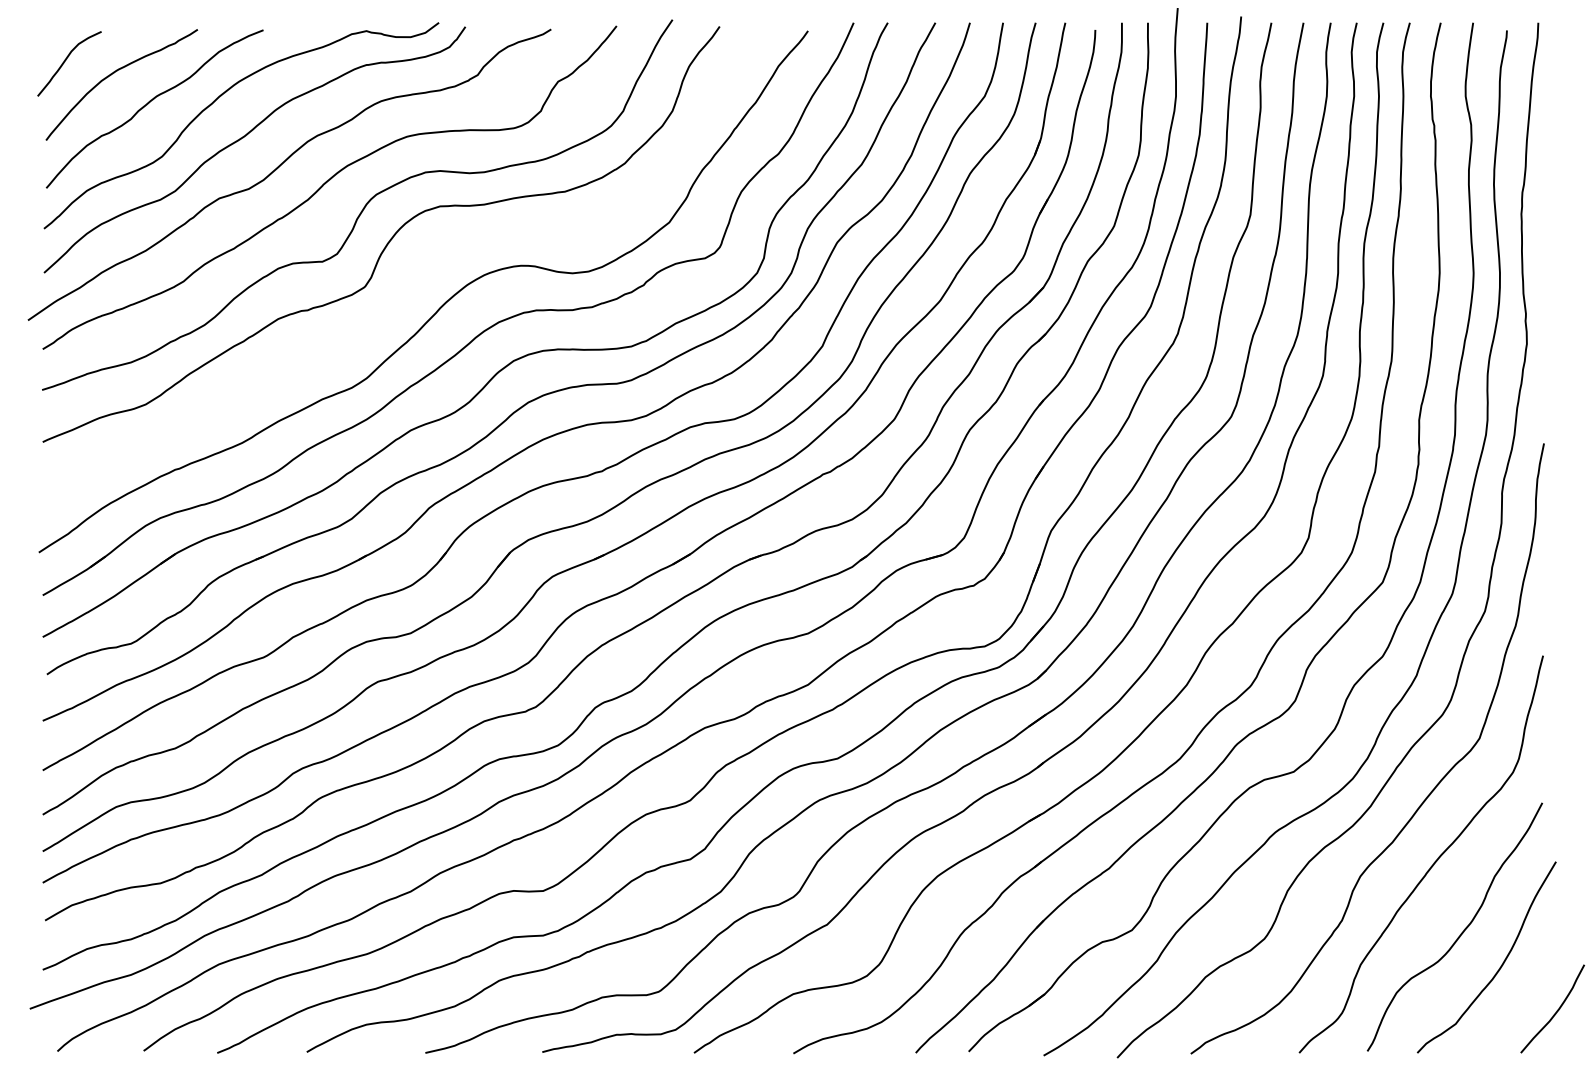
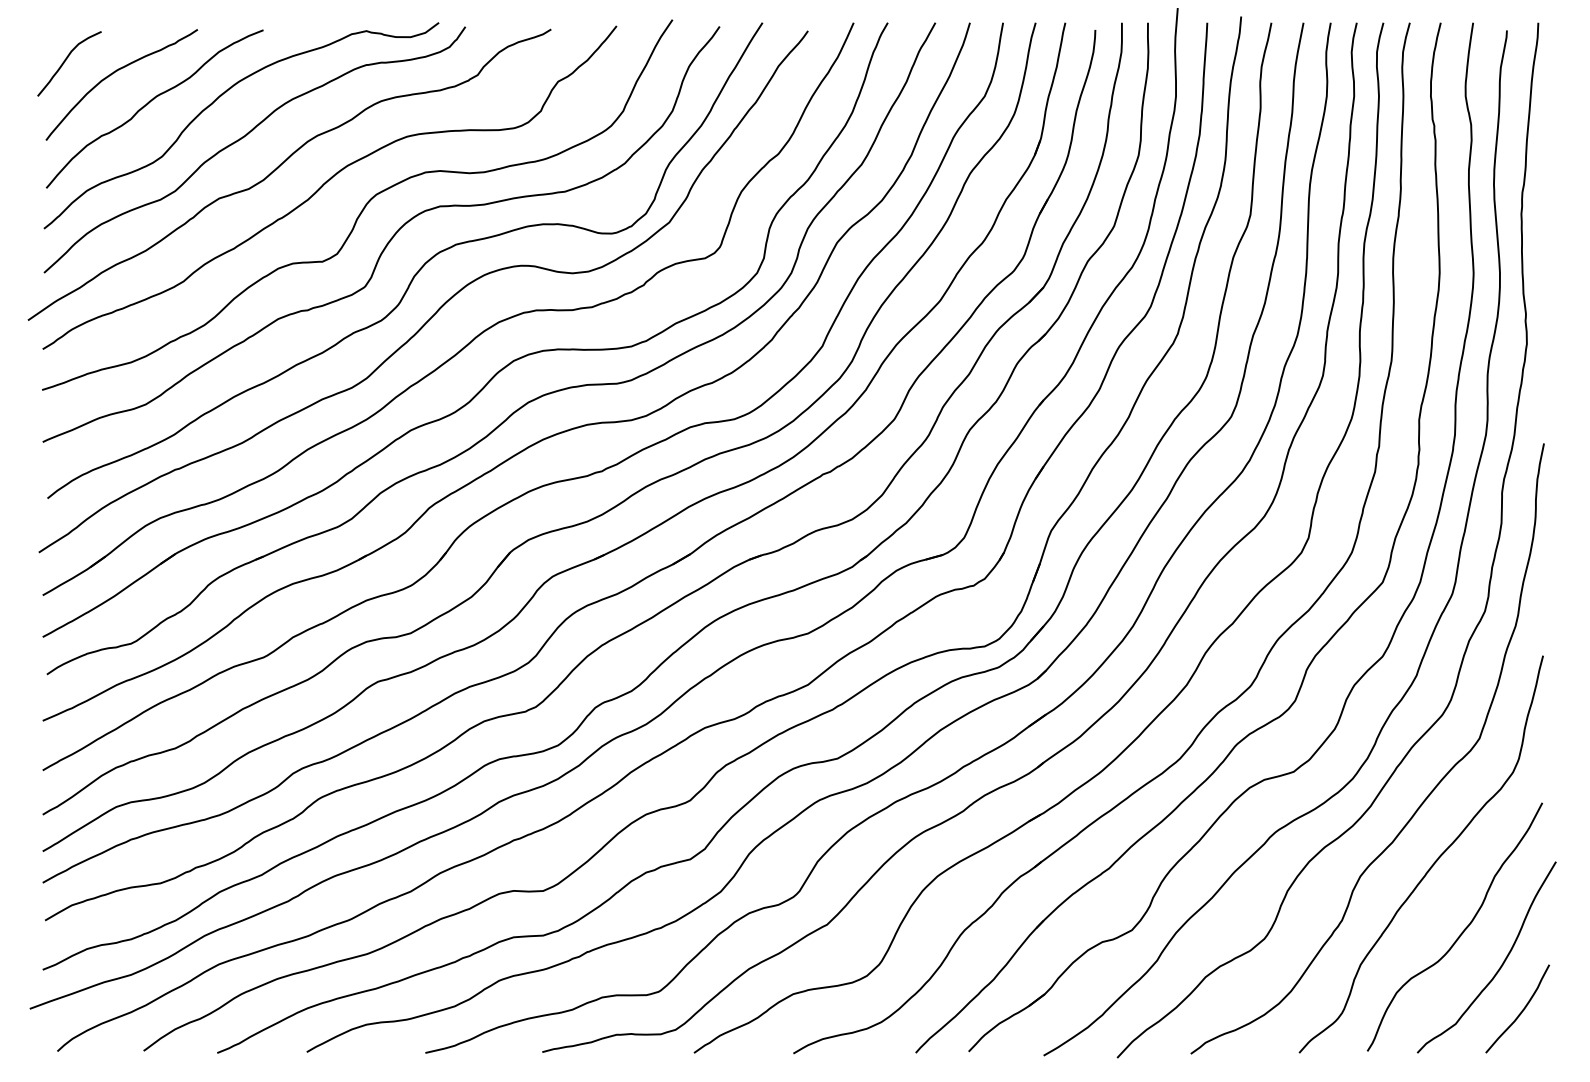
curve at (419, 268): none -> present
curve at (1556, 1010) position: (1556, 1010) -> (1521, 1010)
